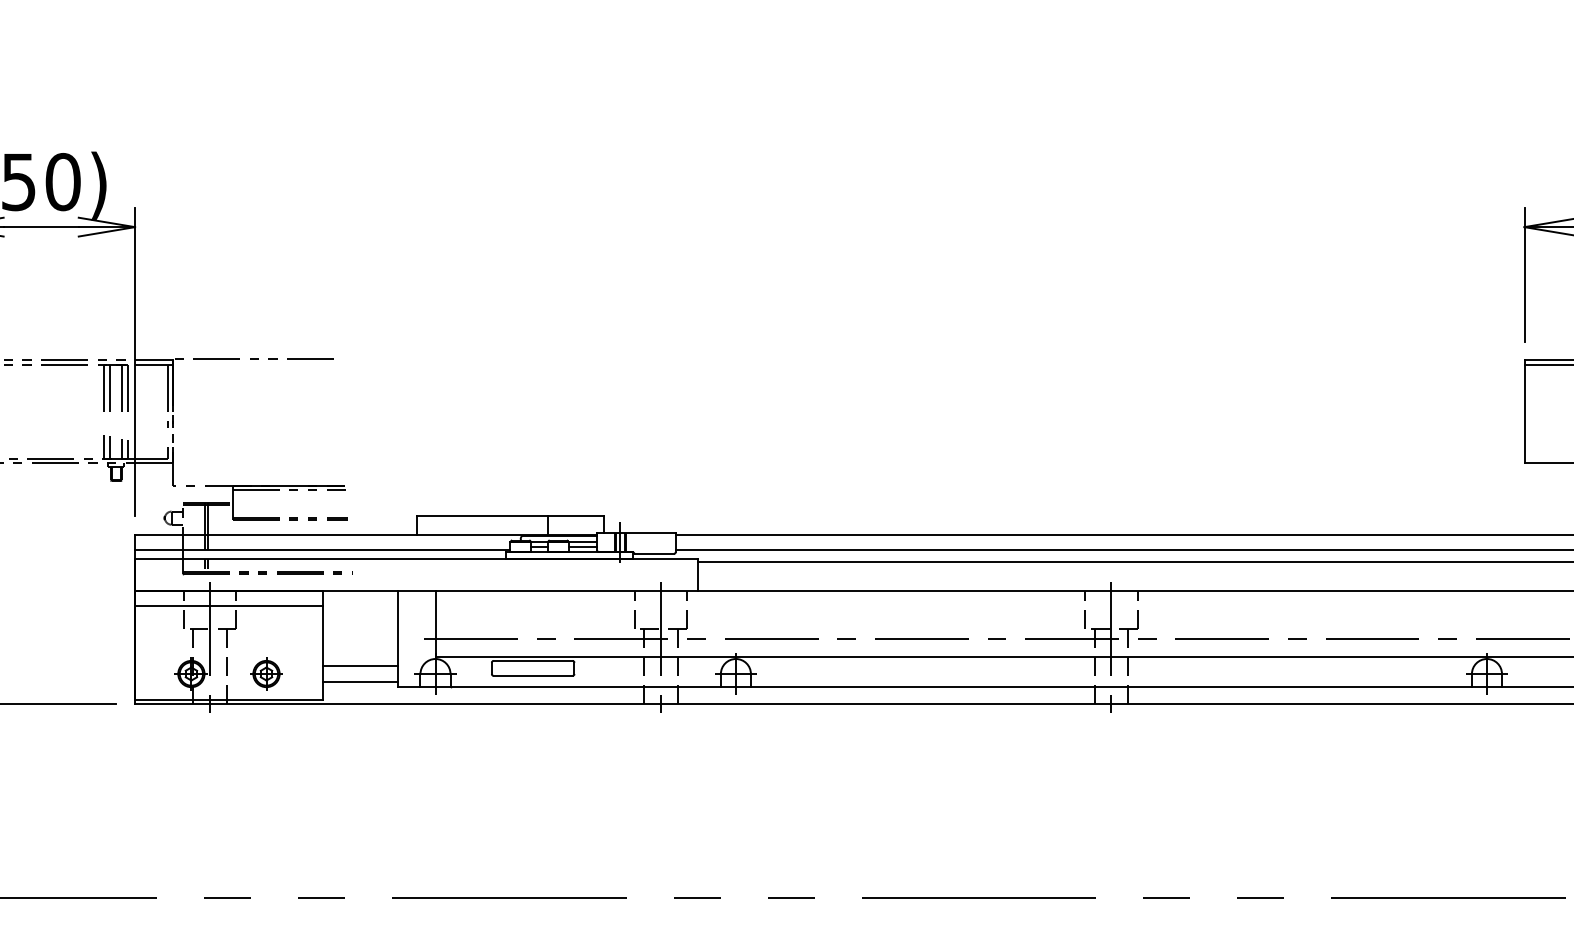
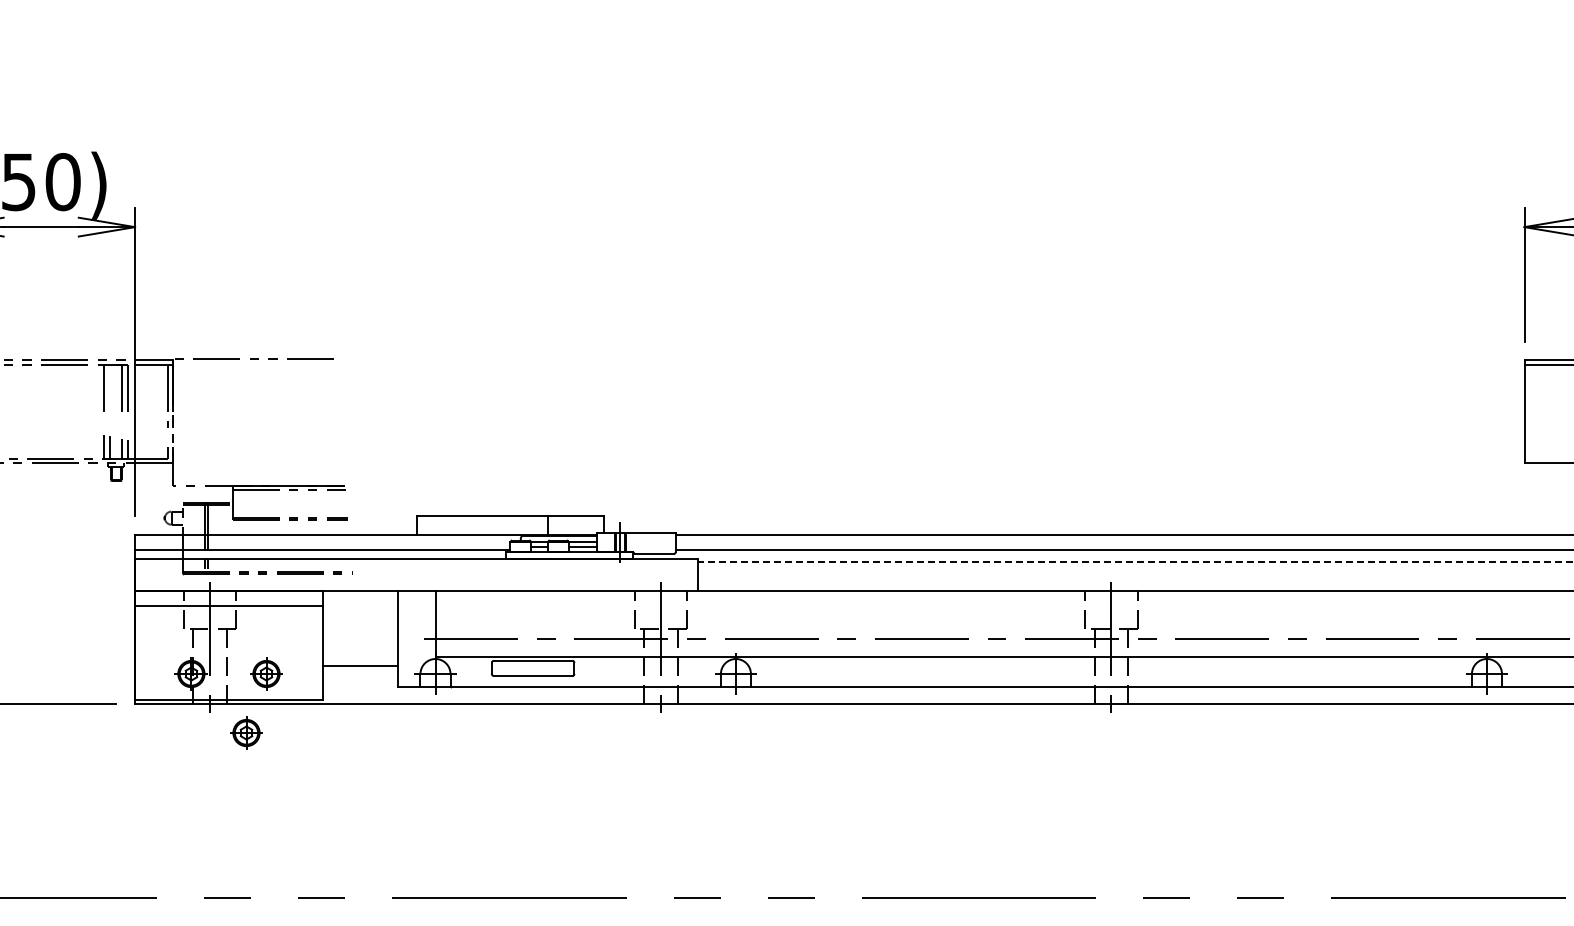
line at (110, 390): present -> none
line at (1135, 561): solid -> dashed
line at (359, 682): present -> none
part at (246, 732): none -> present
